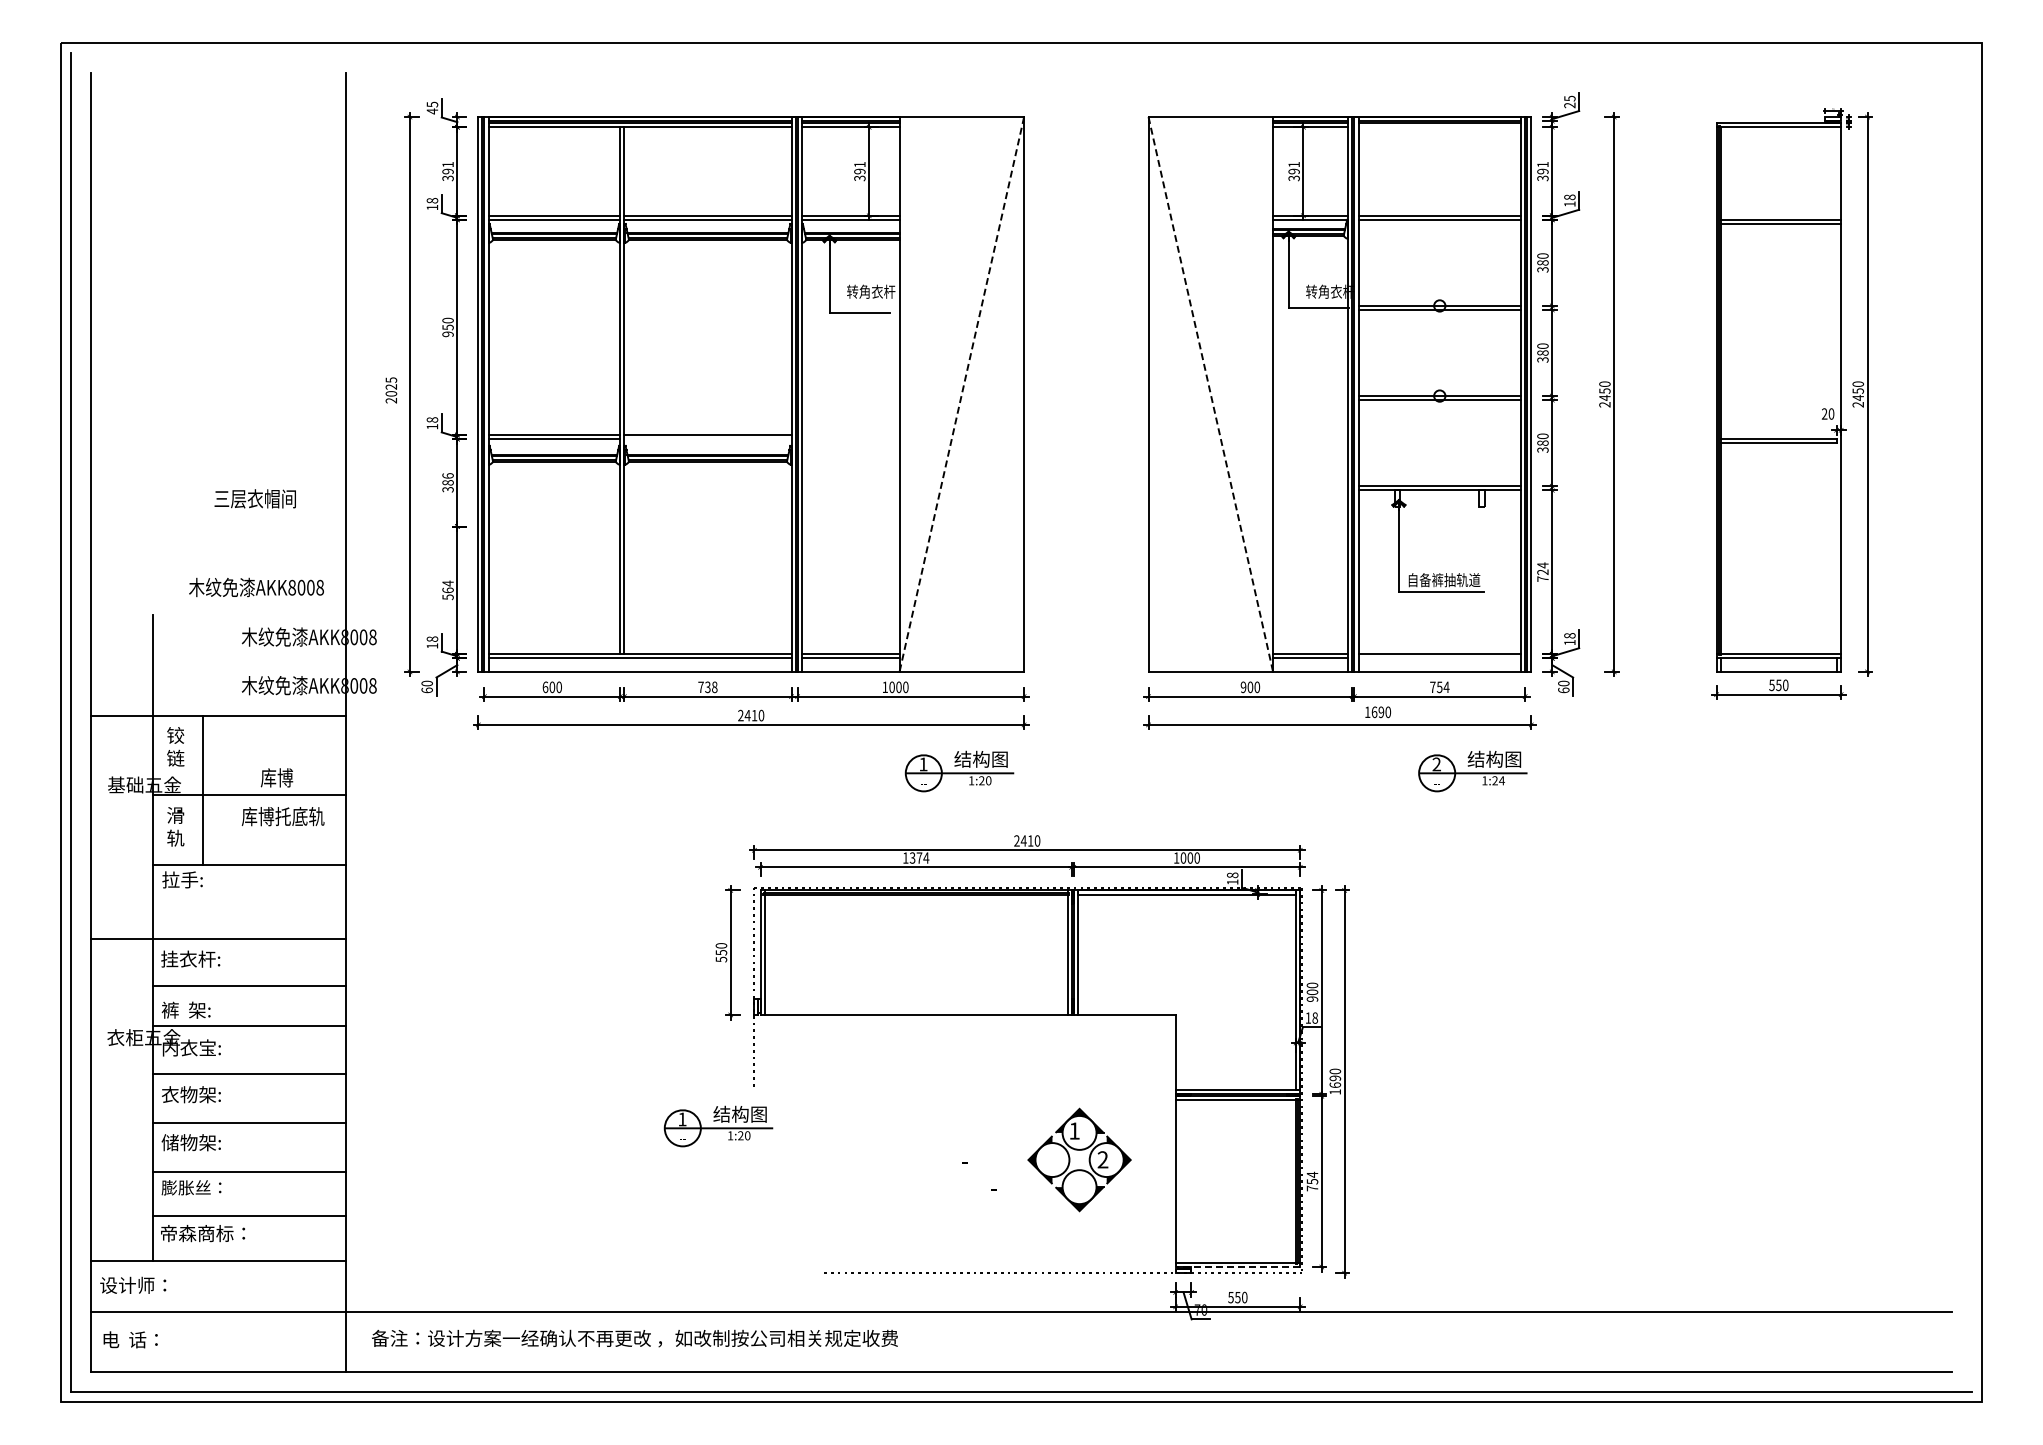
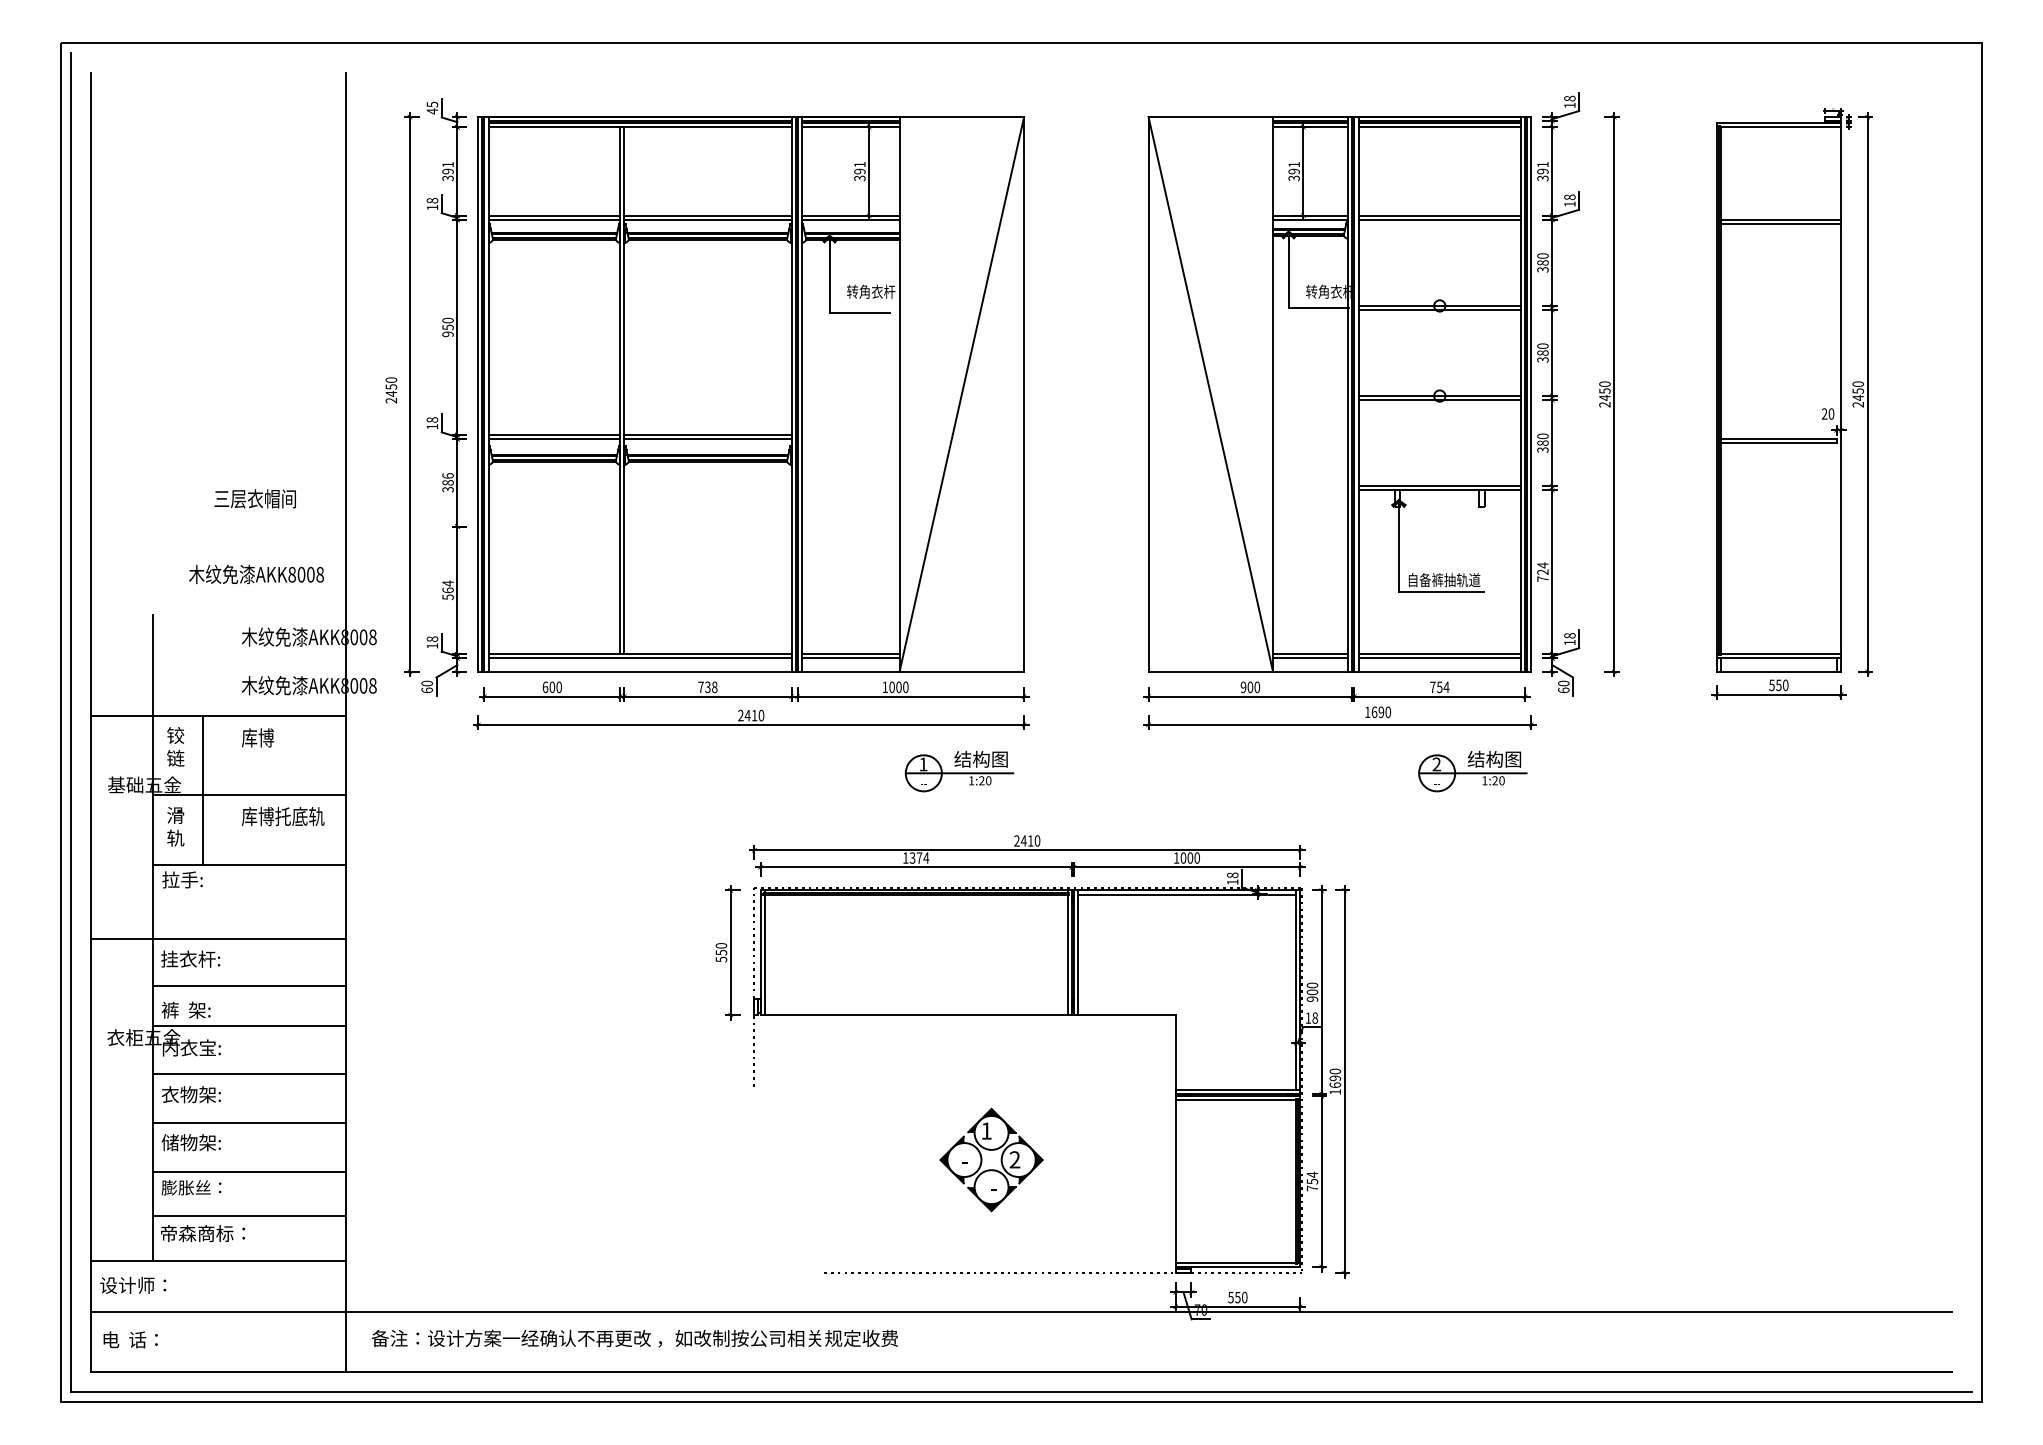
text at (1569, 101): 25 -> 18
line at (1439, 127): none -> present
text at (391, 386): 2025 -> 2450
line at (961, 394): dashed -> solid
line at (1210, 394): dashed -> solid
line at (707, 439): none -> present
text at (256, 587) position: (256, 587) -> (256, 574)
line at (1439, 658): none -> present
text at (276, 777) position: (276, 777) -> (257, 737)
text at (1501, 780): 1:24 -> 1:20
part at (718, 1126): present -> none
part at (1079, 1150) position: (1079, 1150) -> (991, 1150)
line at (1237, 1267): dashed -> solid
